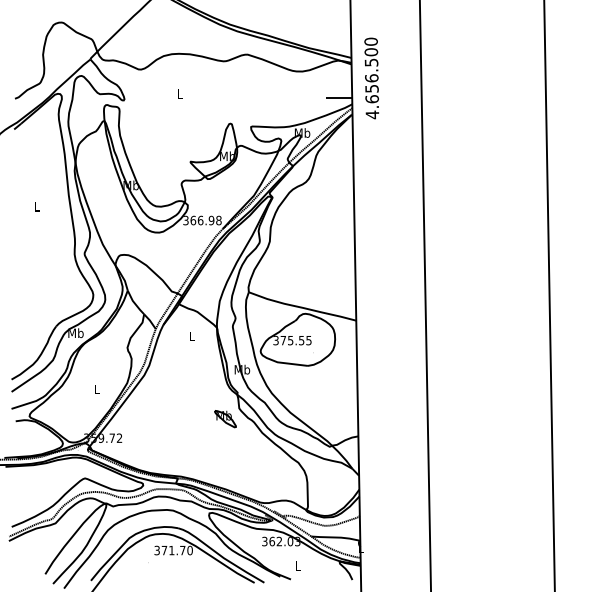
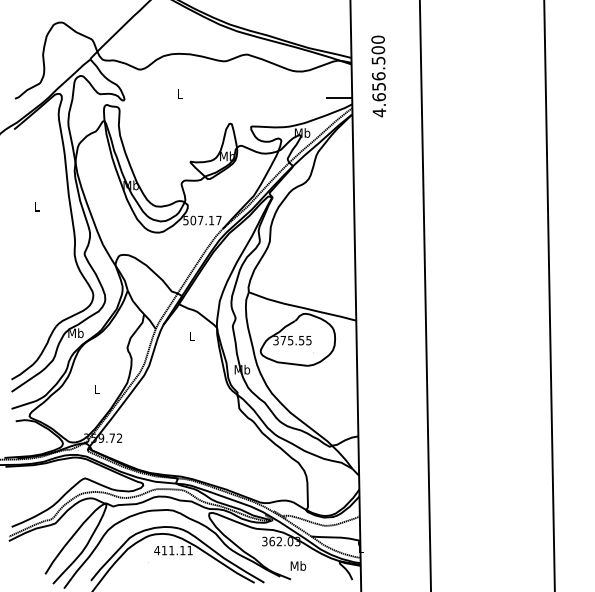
text at (371, 78) position: (371, 78) -> (378, 76)
text at (202, 220): 366.98 -> 507.17
part at (225, 419): present -> none
text at (173, 550): 371.70 -> 411.11
text at (298, 565): L -> Mb
